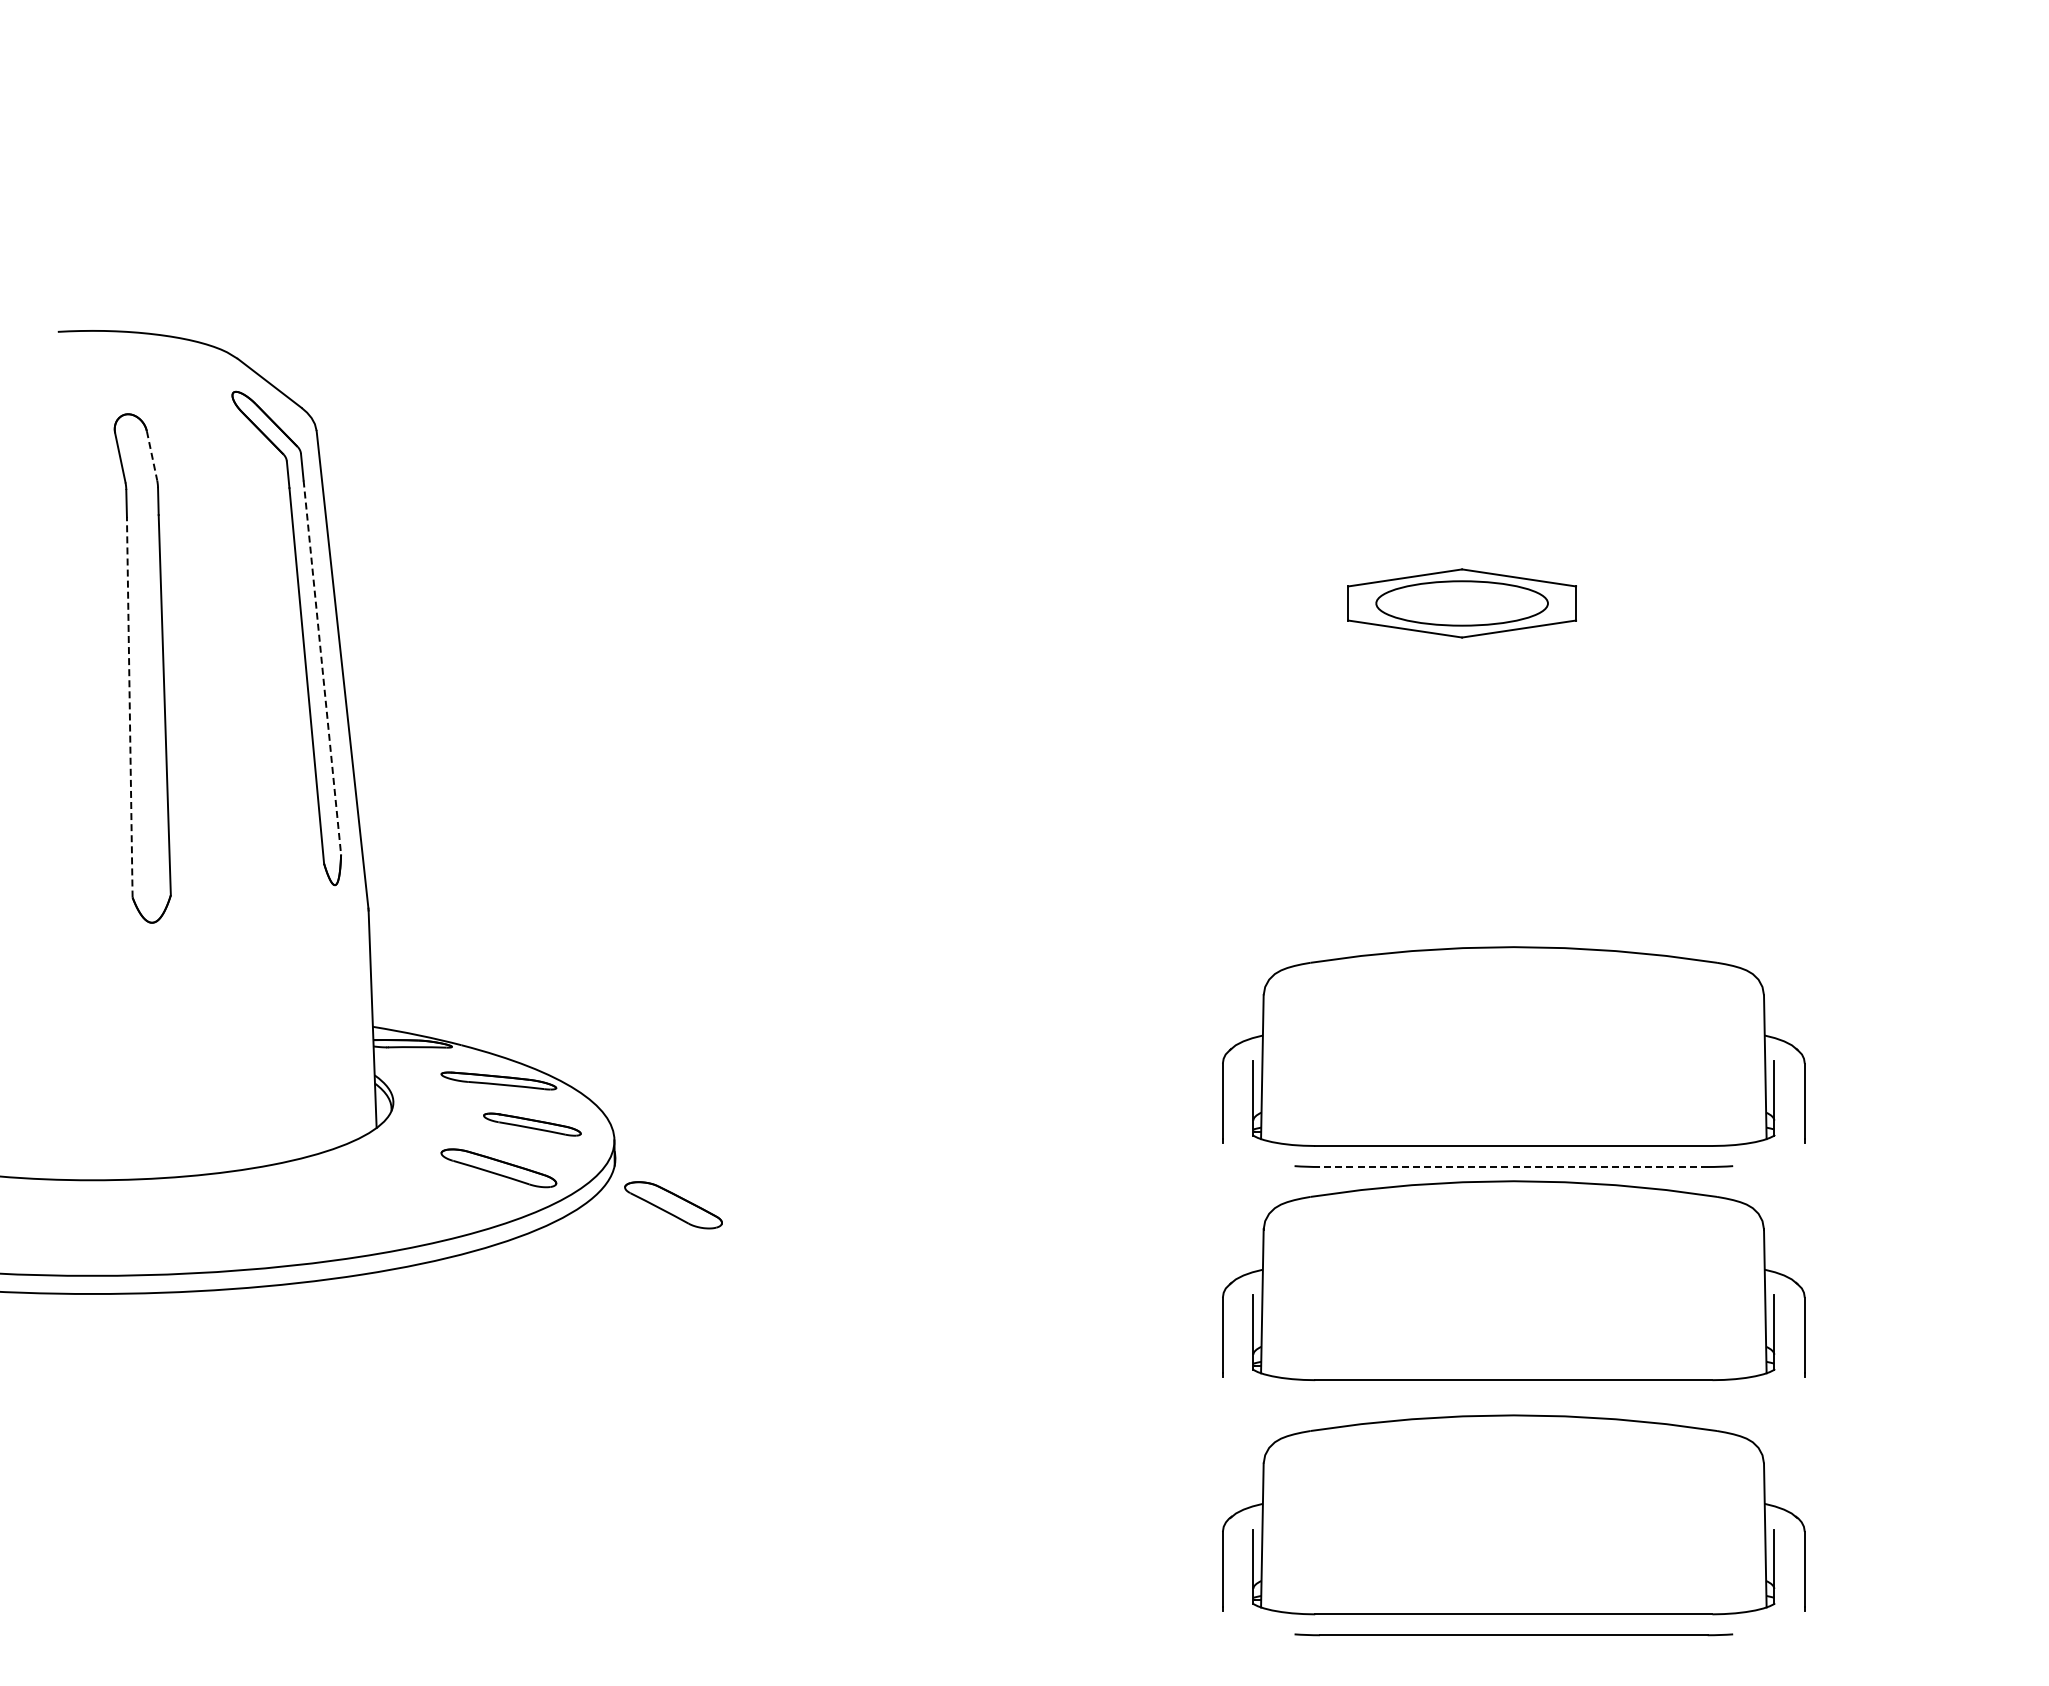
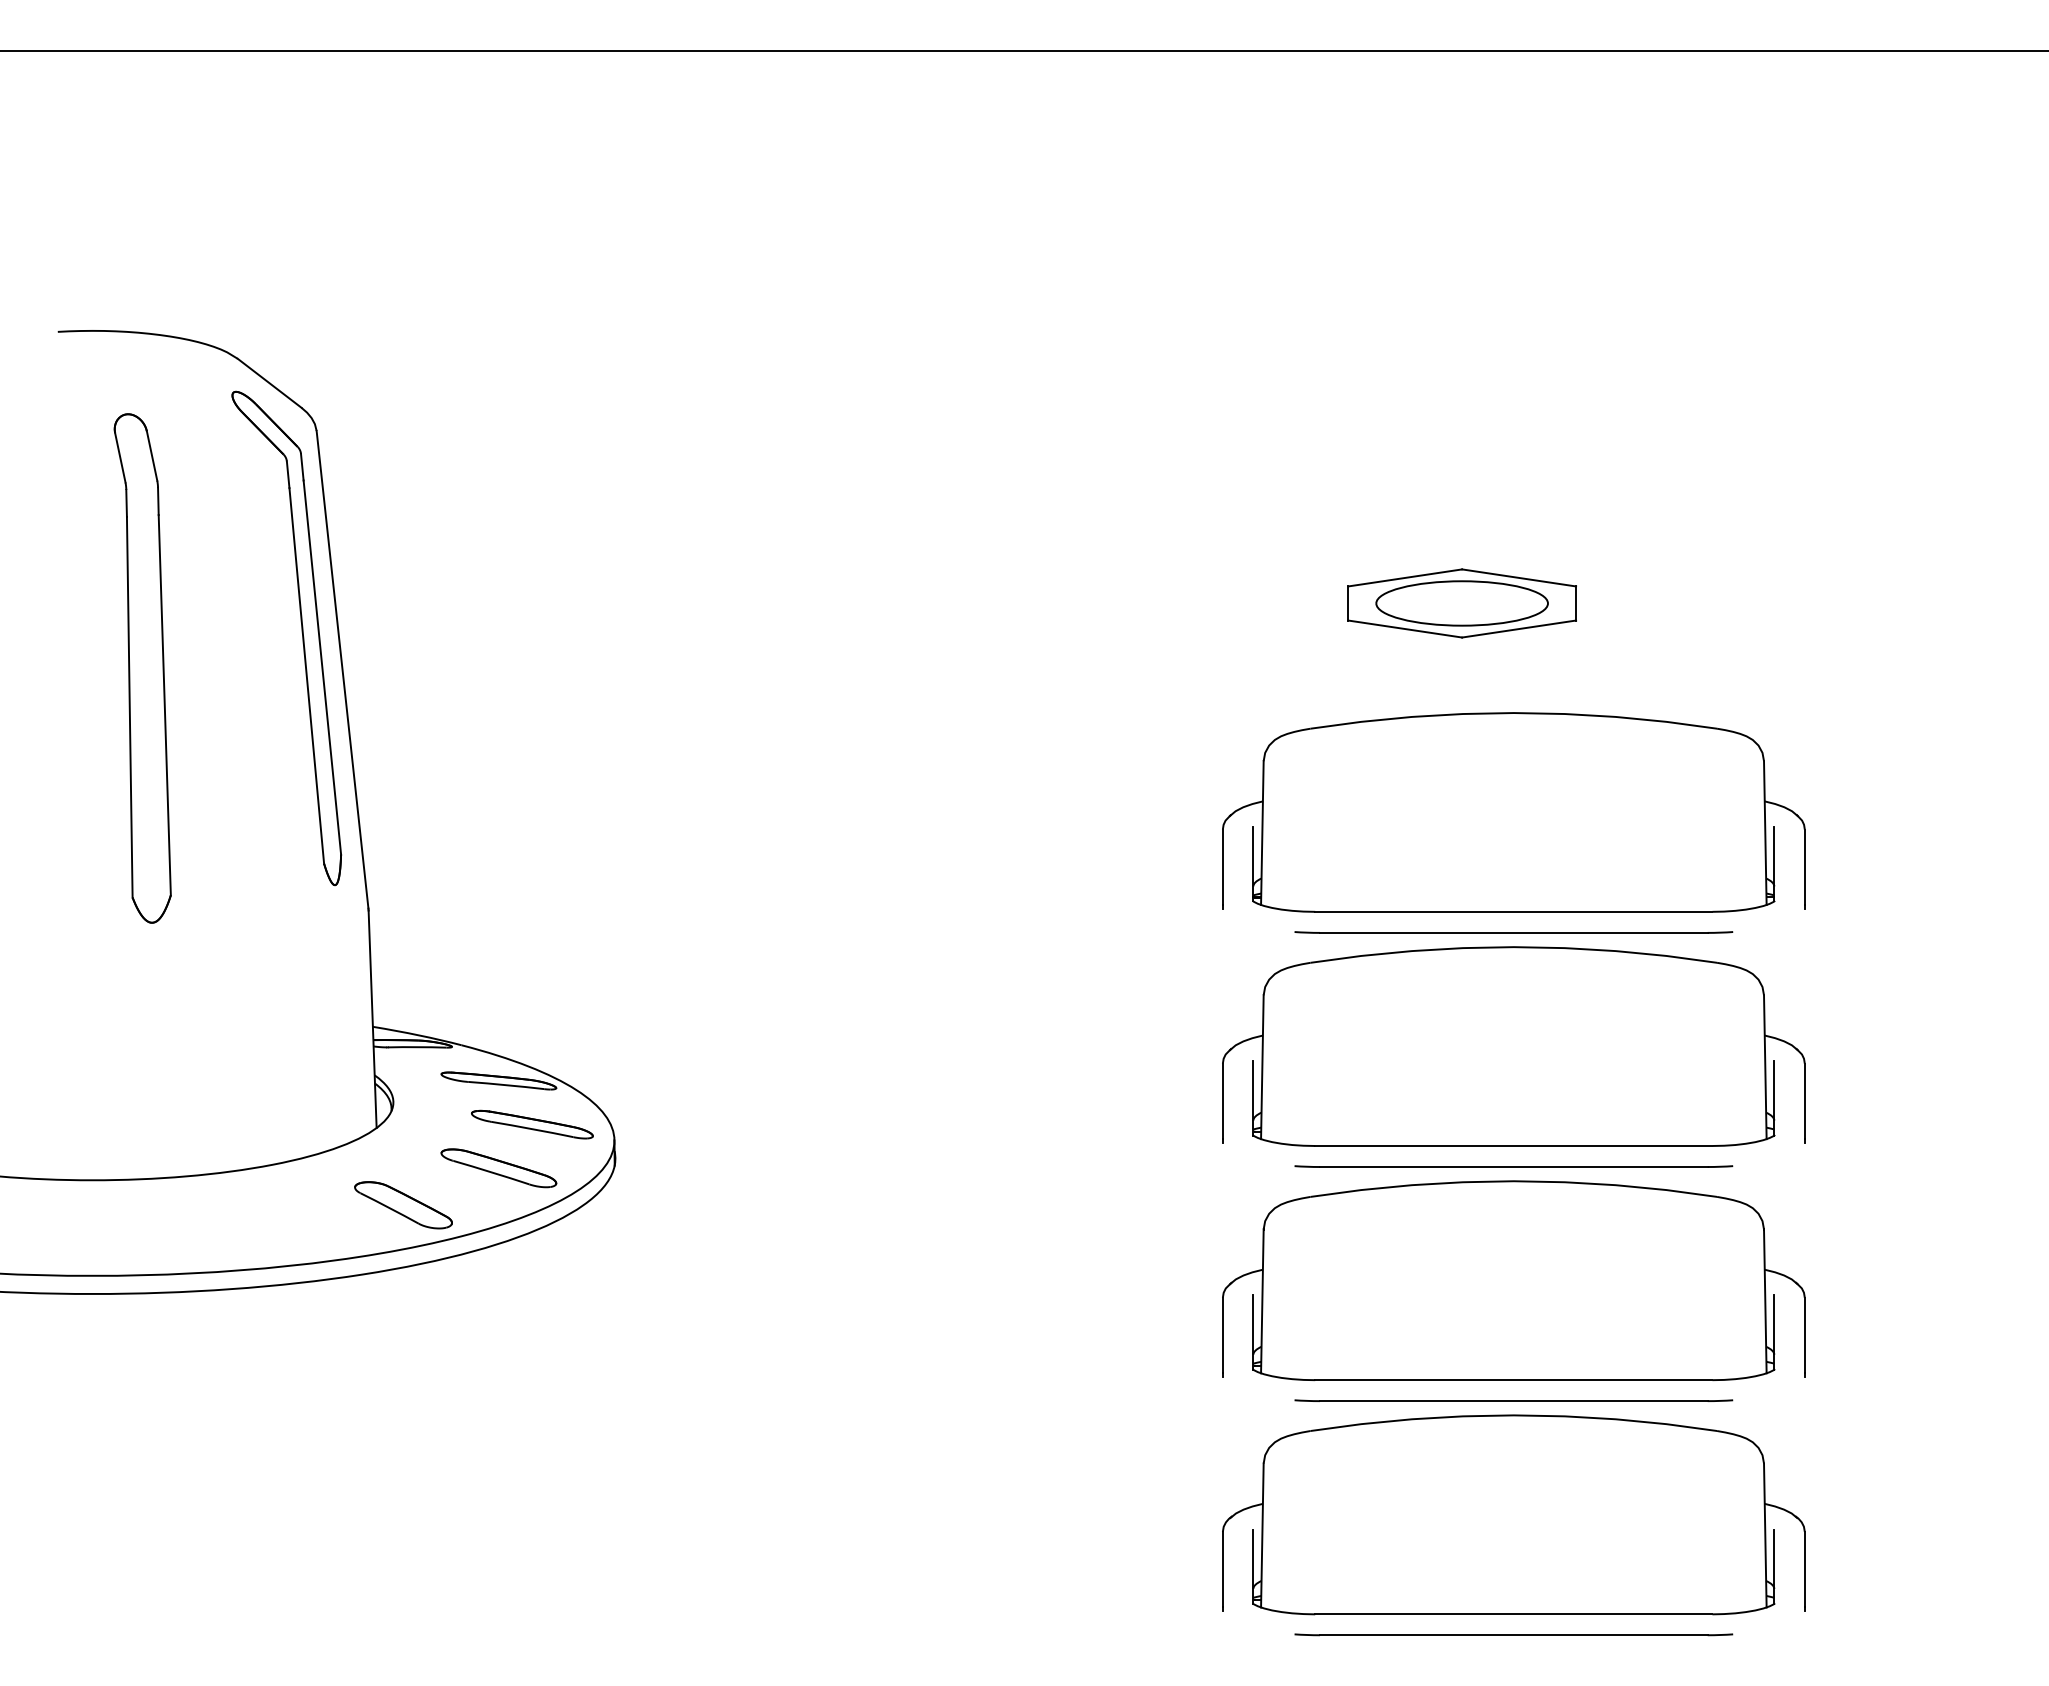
line at (1023, 50): none -> present
line at (152, 456): dashed -> solid
line at (322, 667): dashed -> solid
line at (129, 706): dashed -> solid
part at (1513, 812): none -> present
line at (1513, 932): none -> present
part at (532, 1124) size: 99x25 px -> 123x31 px
line at (1513, 1167): dashed -> solid
part at (673, 1205) position: (673, 1205) -> (403, 1205)
line at (1513, 1400): none -> present
